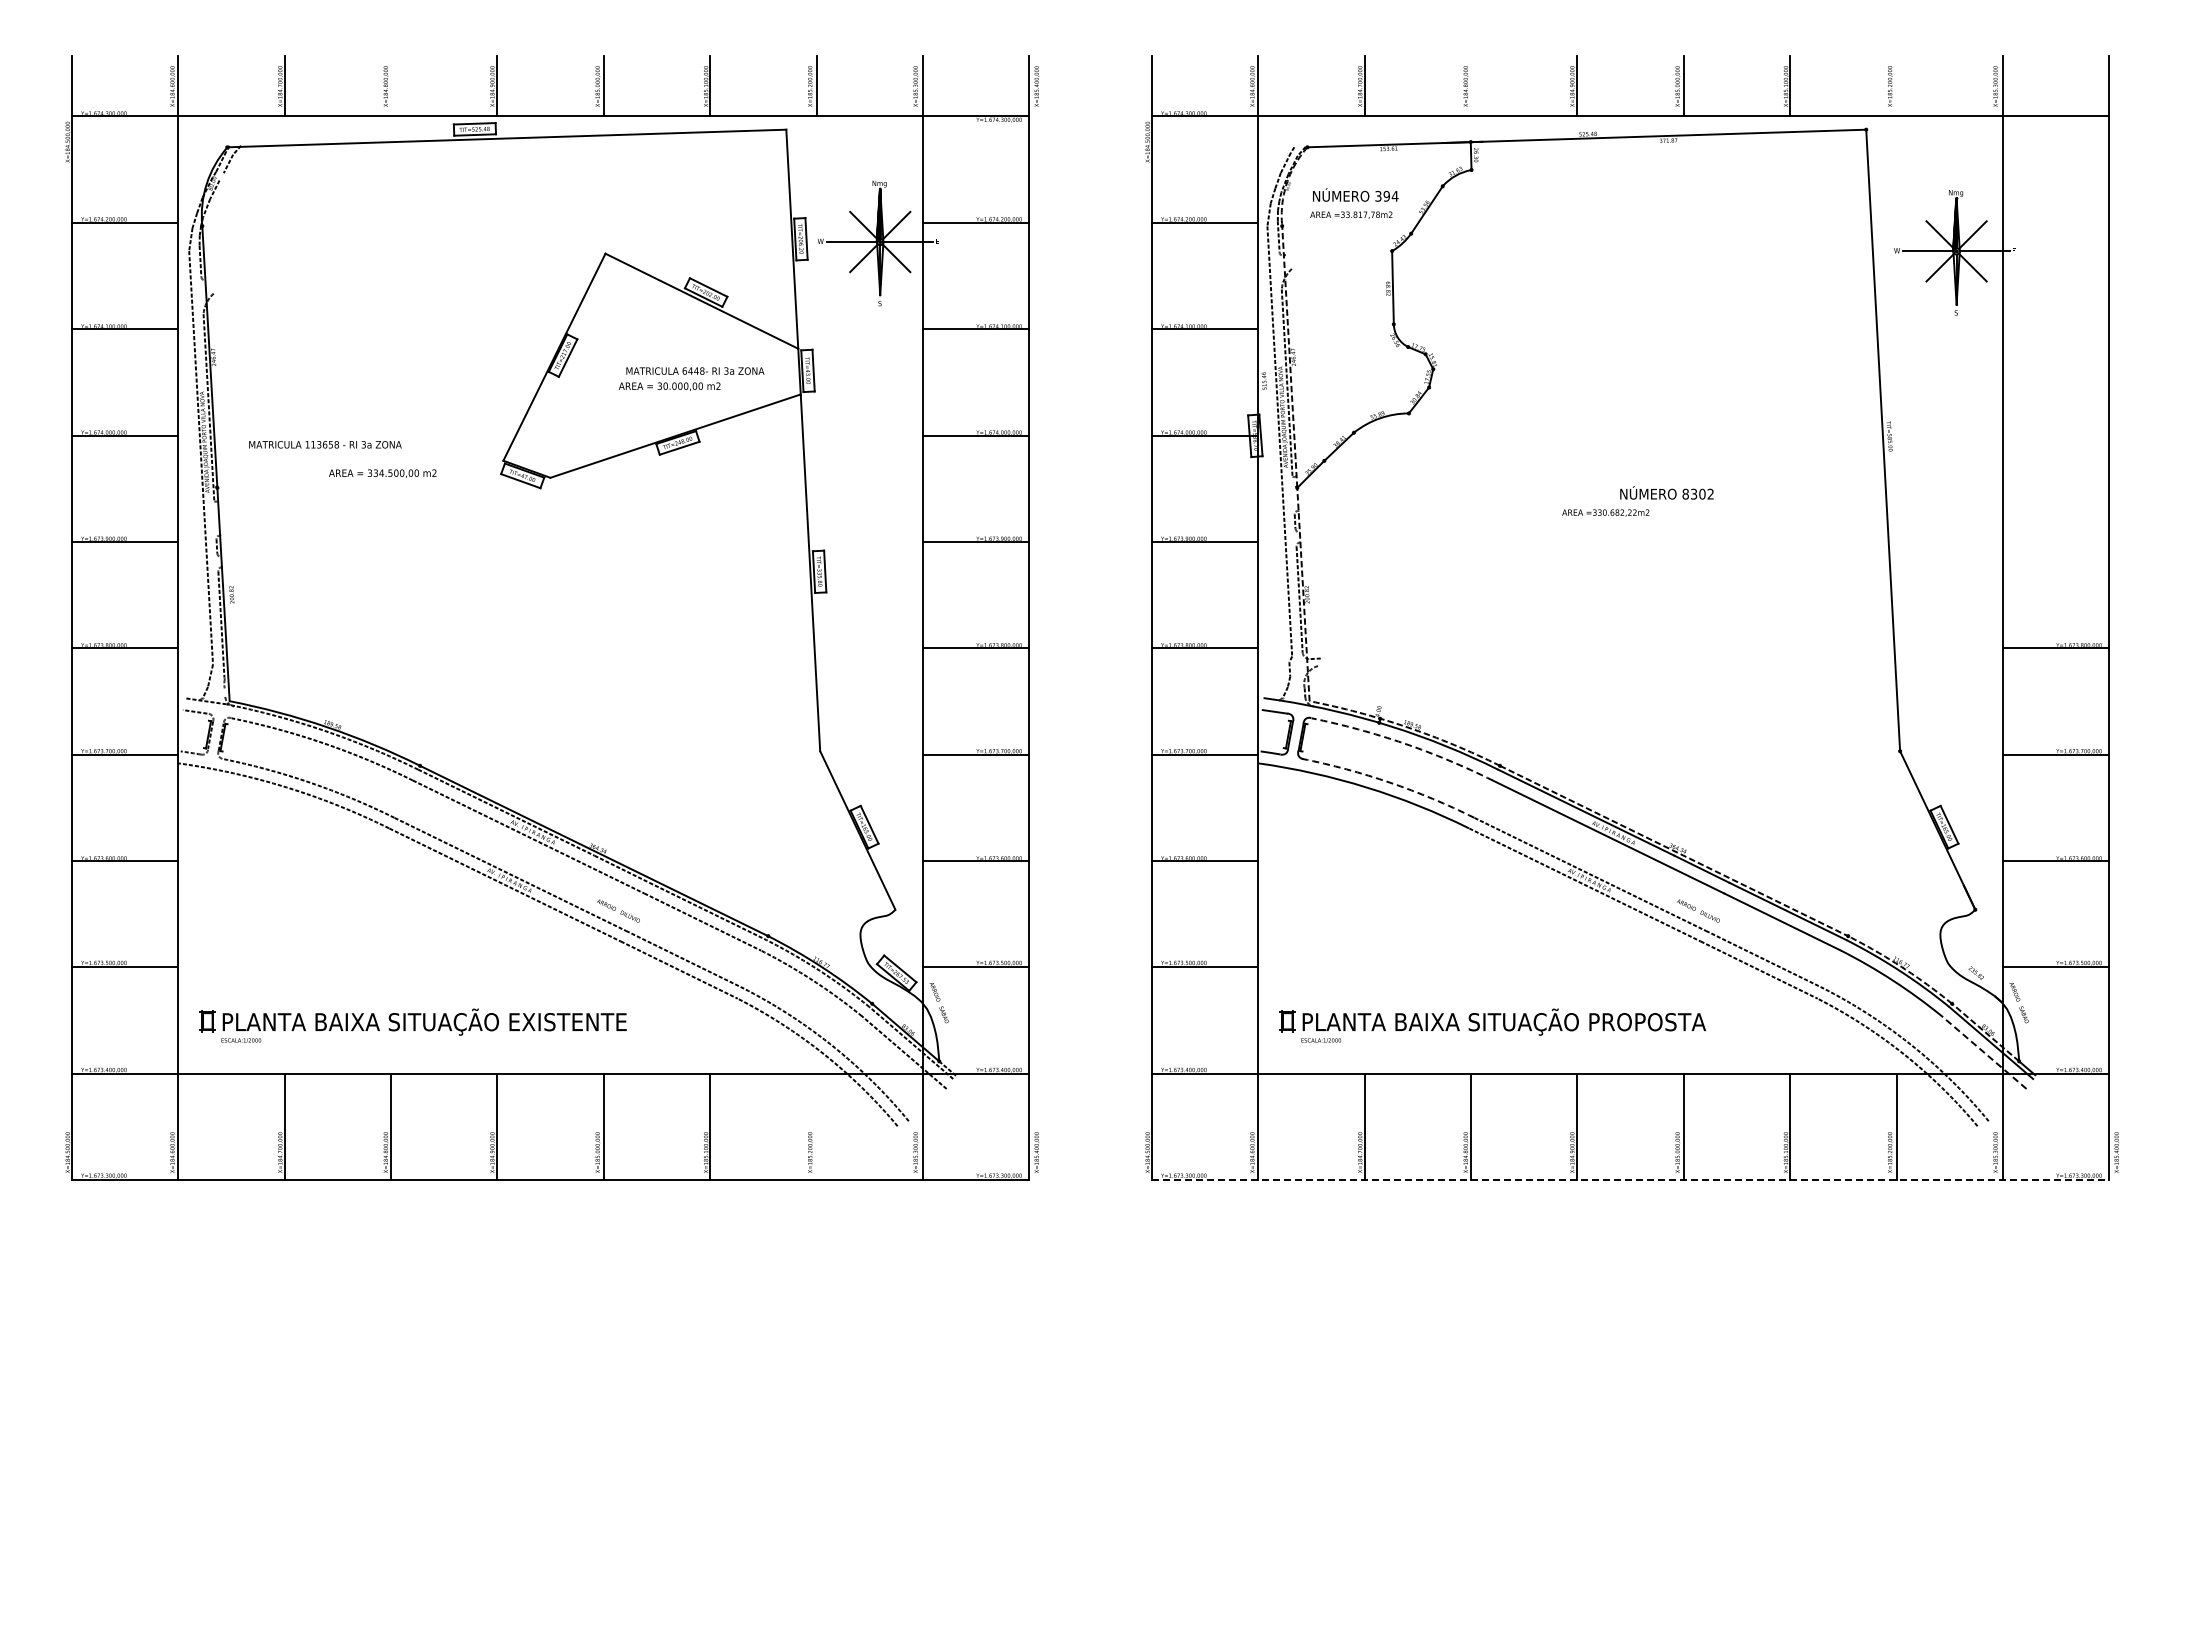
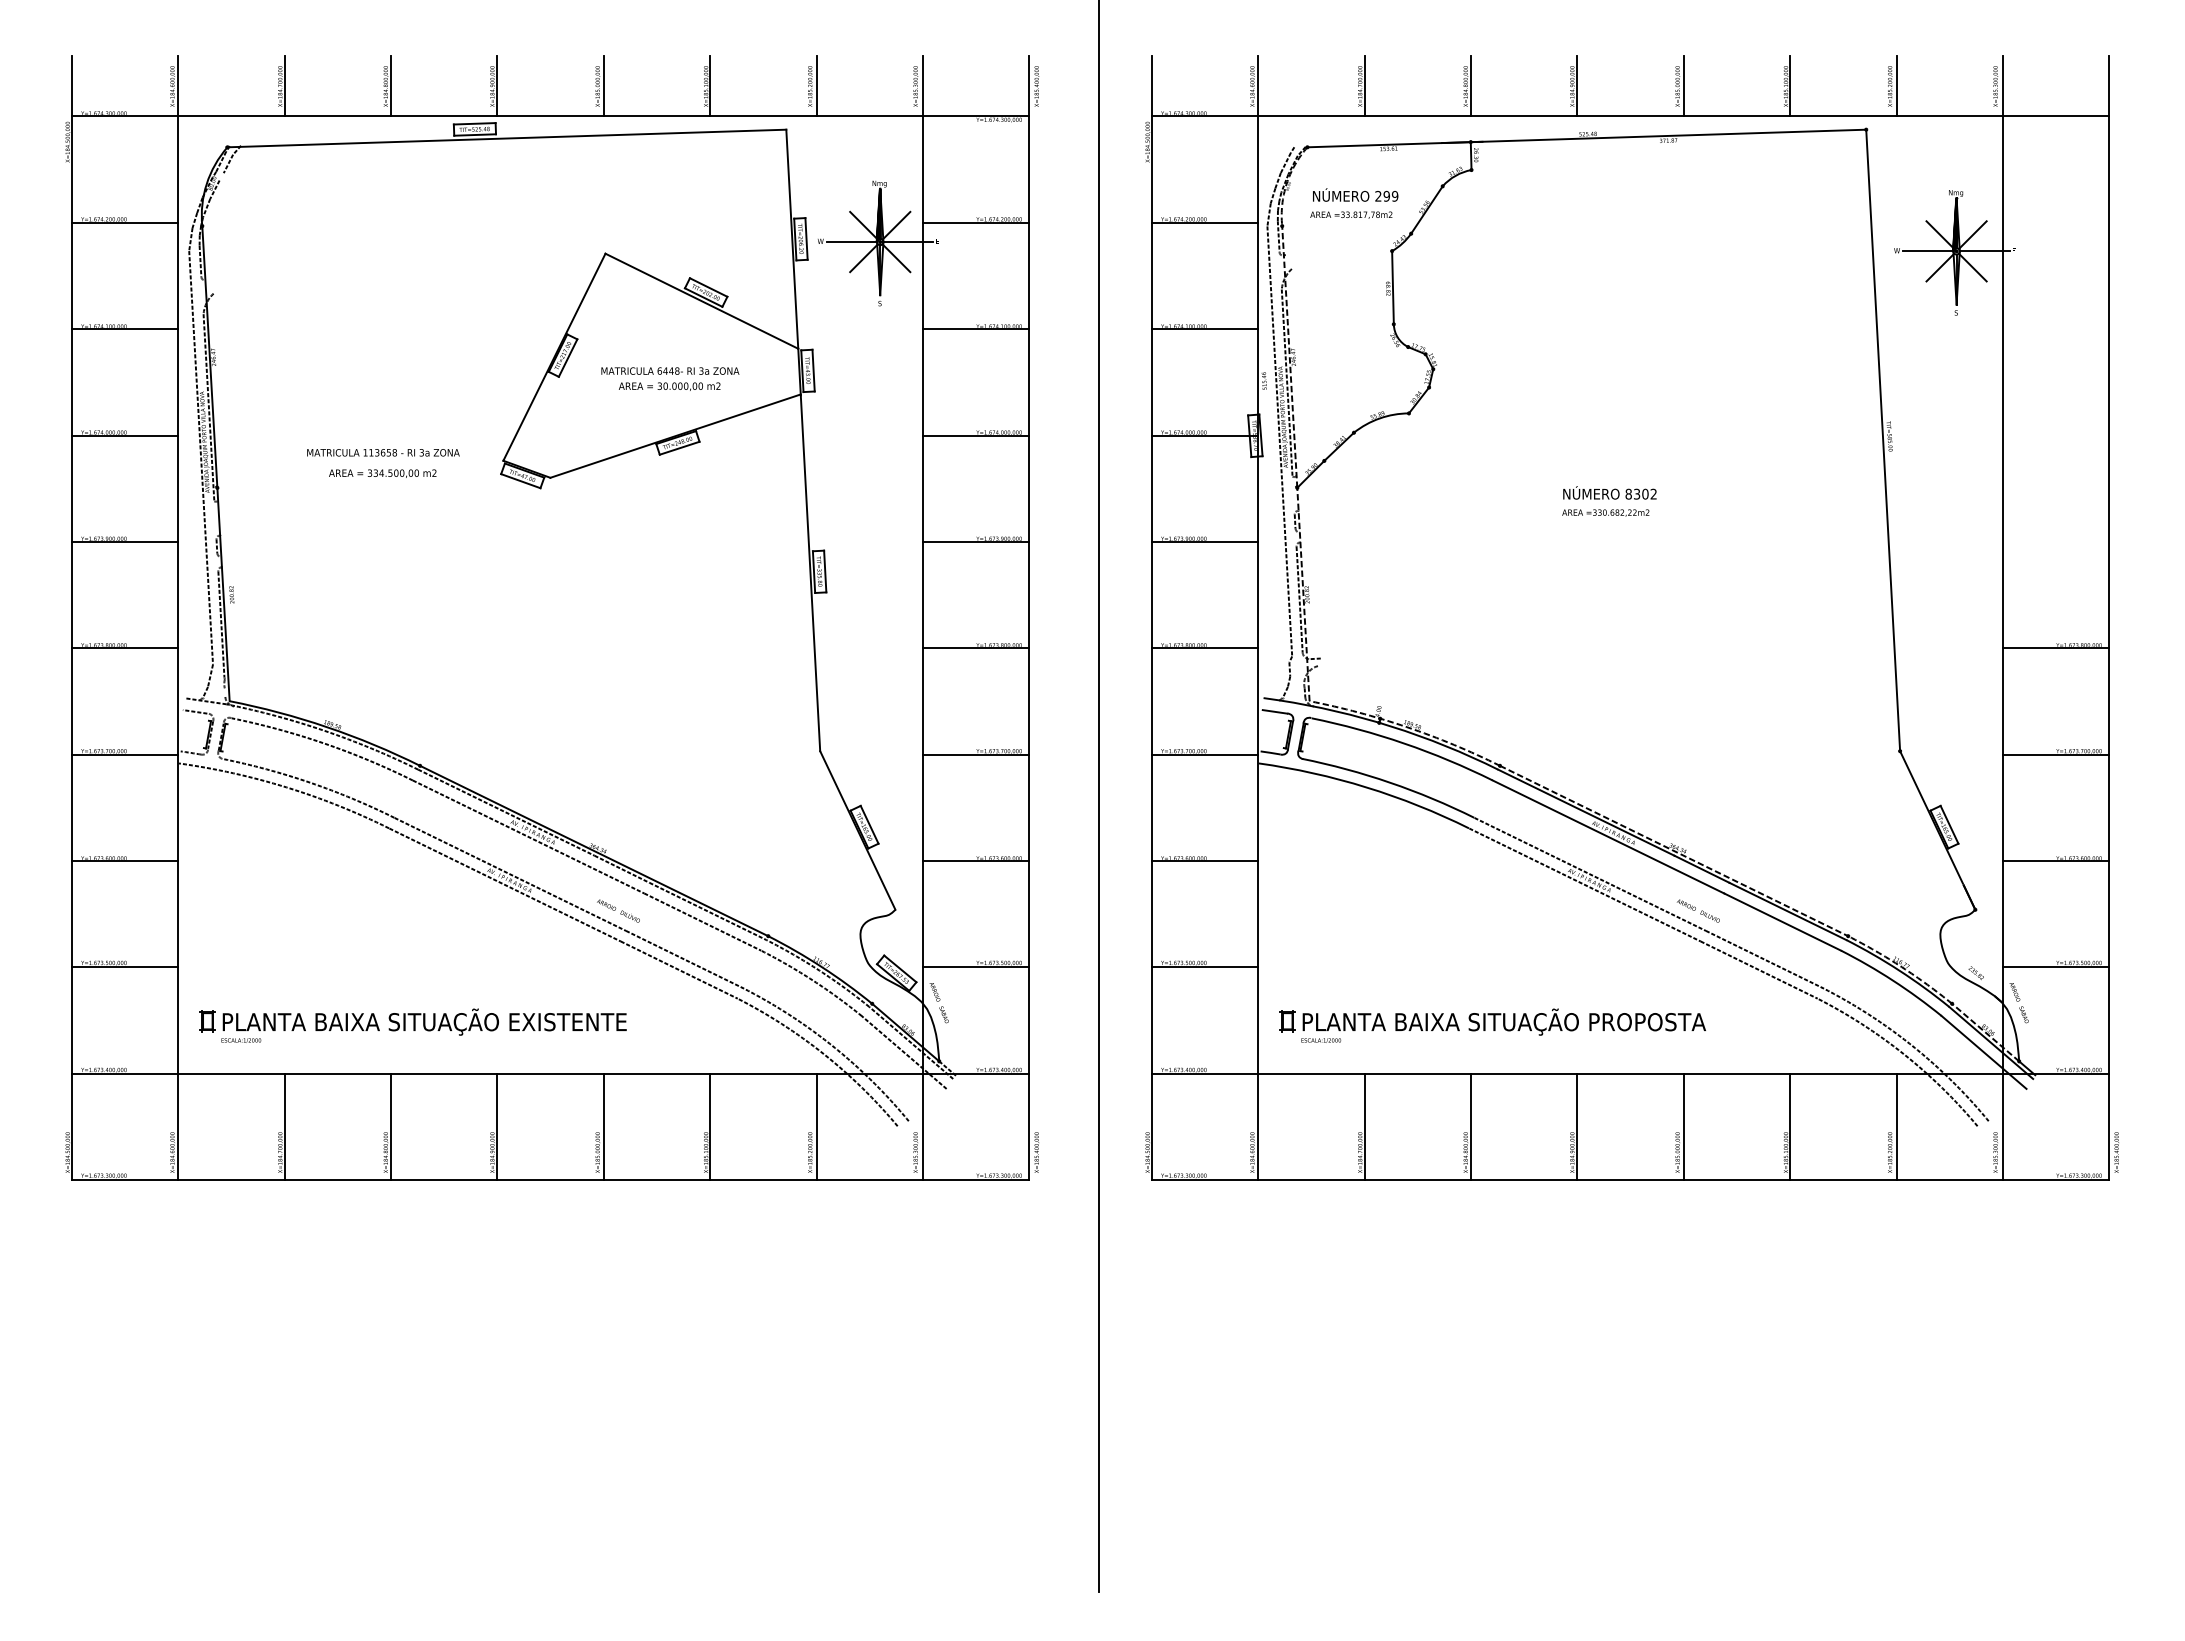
line at (391, 86): none -> present
line at (1471, 86): none -> present
line at (1896, 86): none -> present
text at (1386, 196): 394 -> 299
text at (695, 370) position: (695, 370) -> (670, 370)
text at (325, 444) position: (325, 444) -> (383, 452)
text at (1666, 492) position: (1666, 492) -> (1609, 492)
arc at (1404, 743): dashed -> solid
arc at (1390, 782): dashed -> solid
line at (1098, 796): none -> present
line at (1983, 1052): dashed -> solid
line at (816, 1126): none -> present
line at (1630, 1180): dashed -> solid
